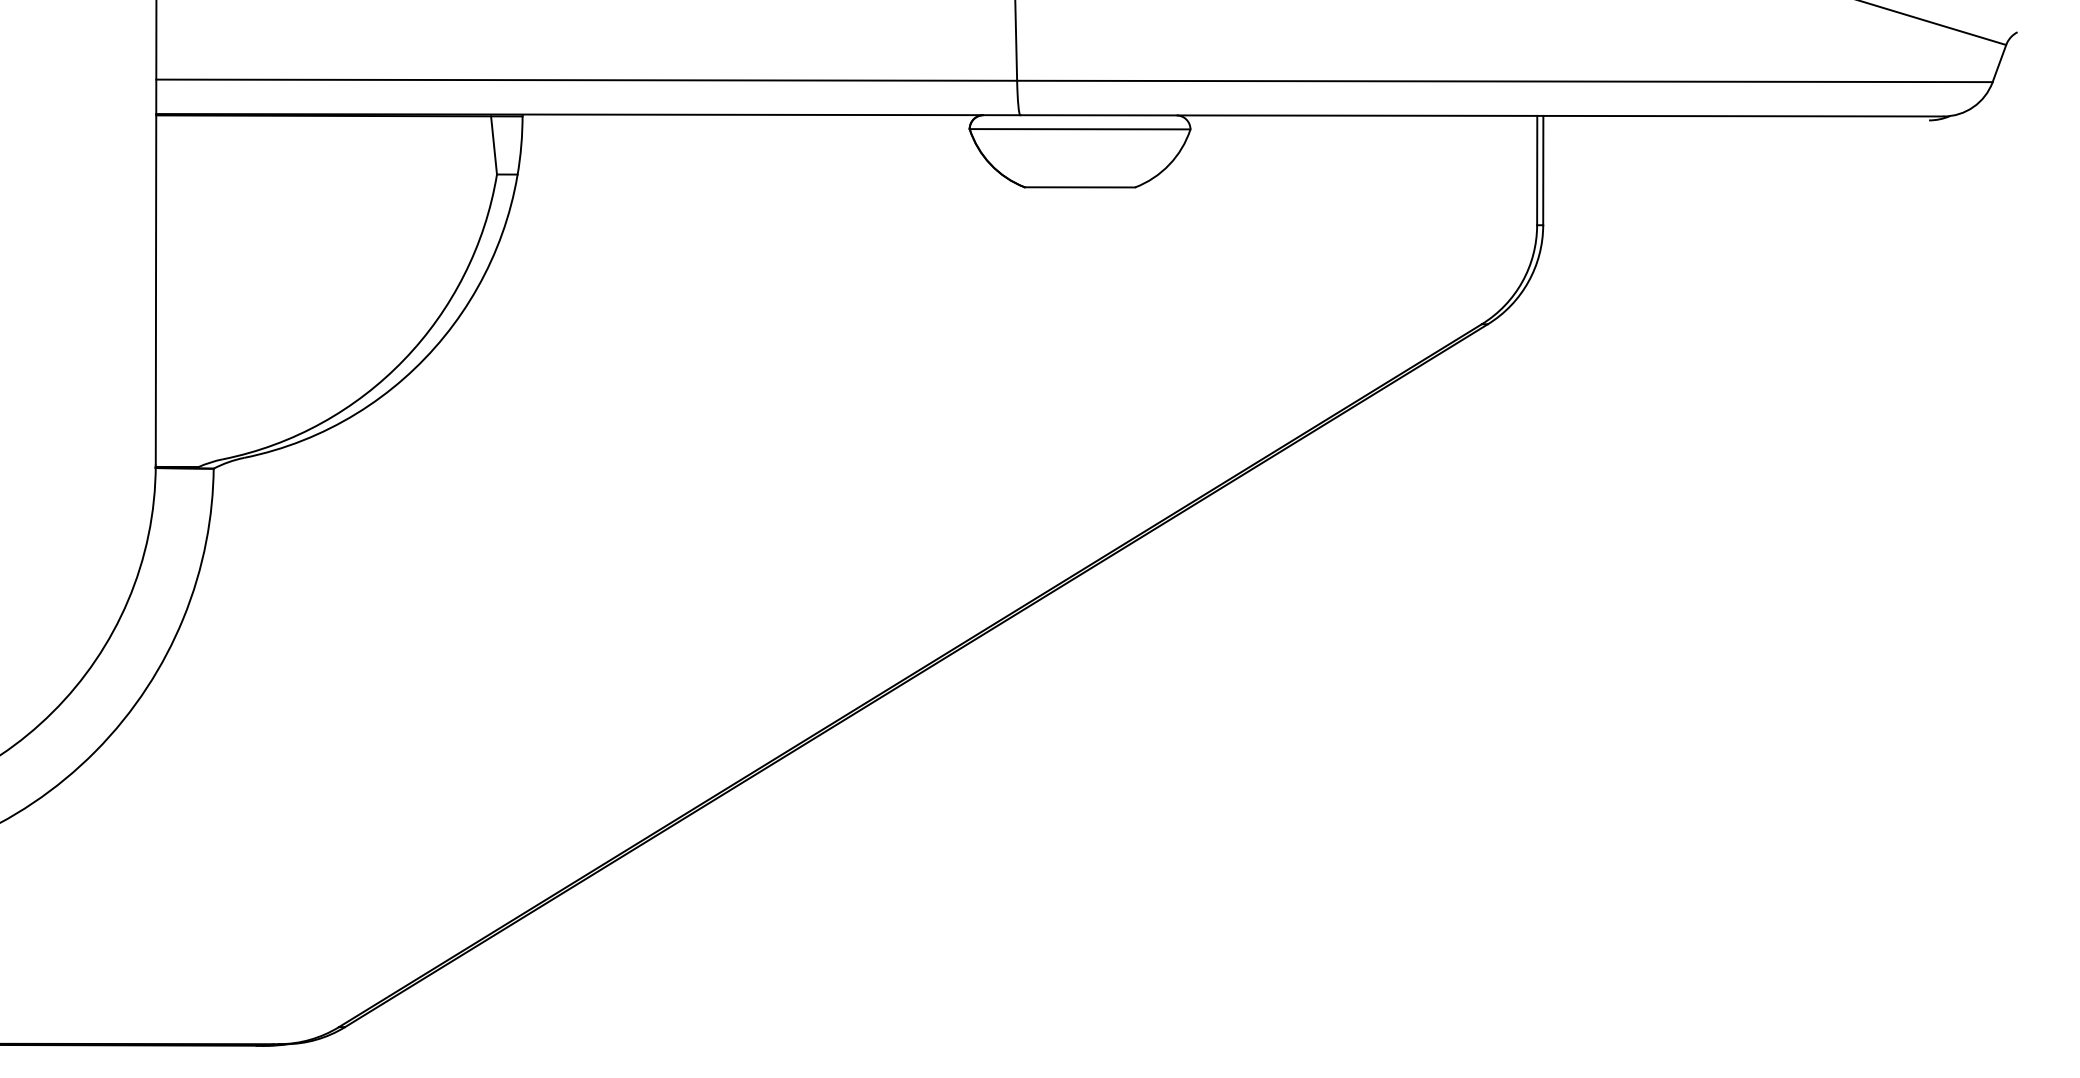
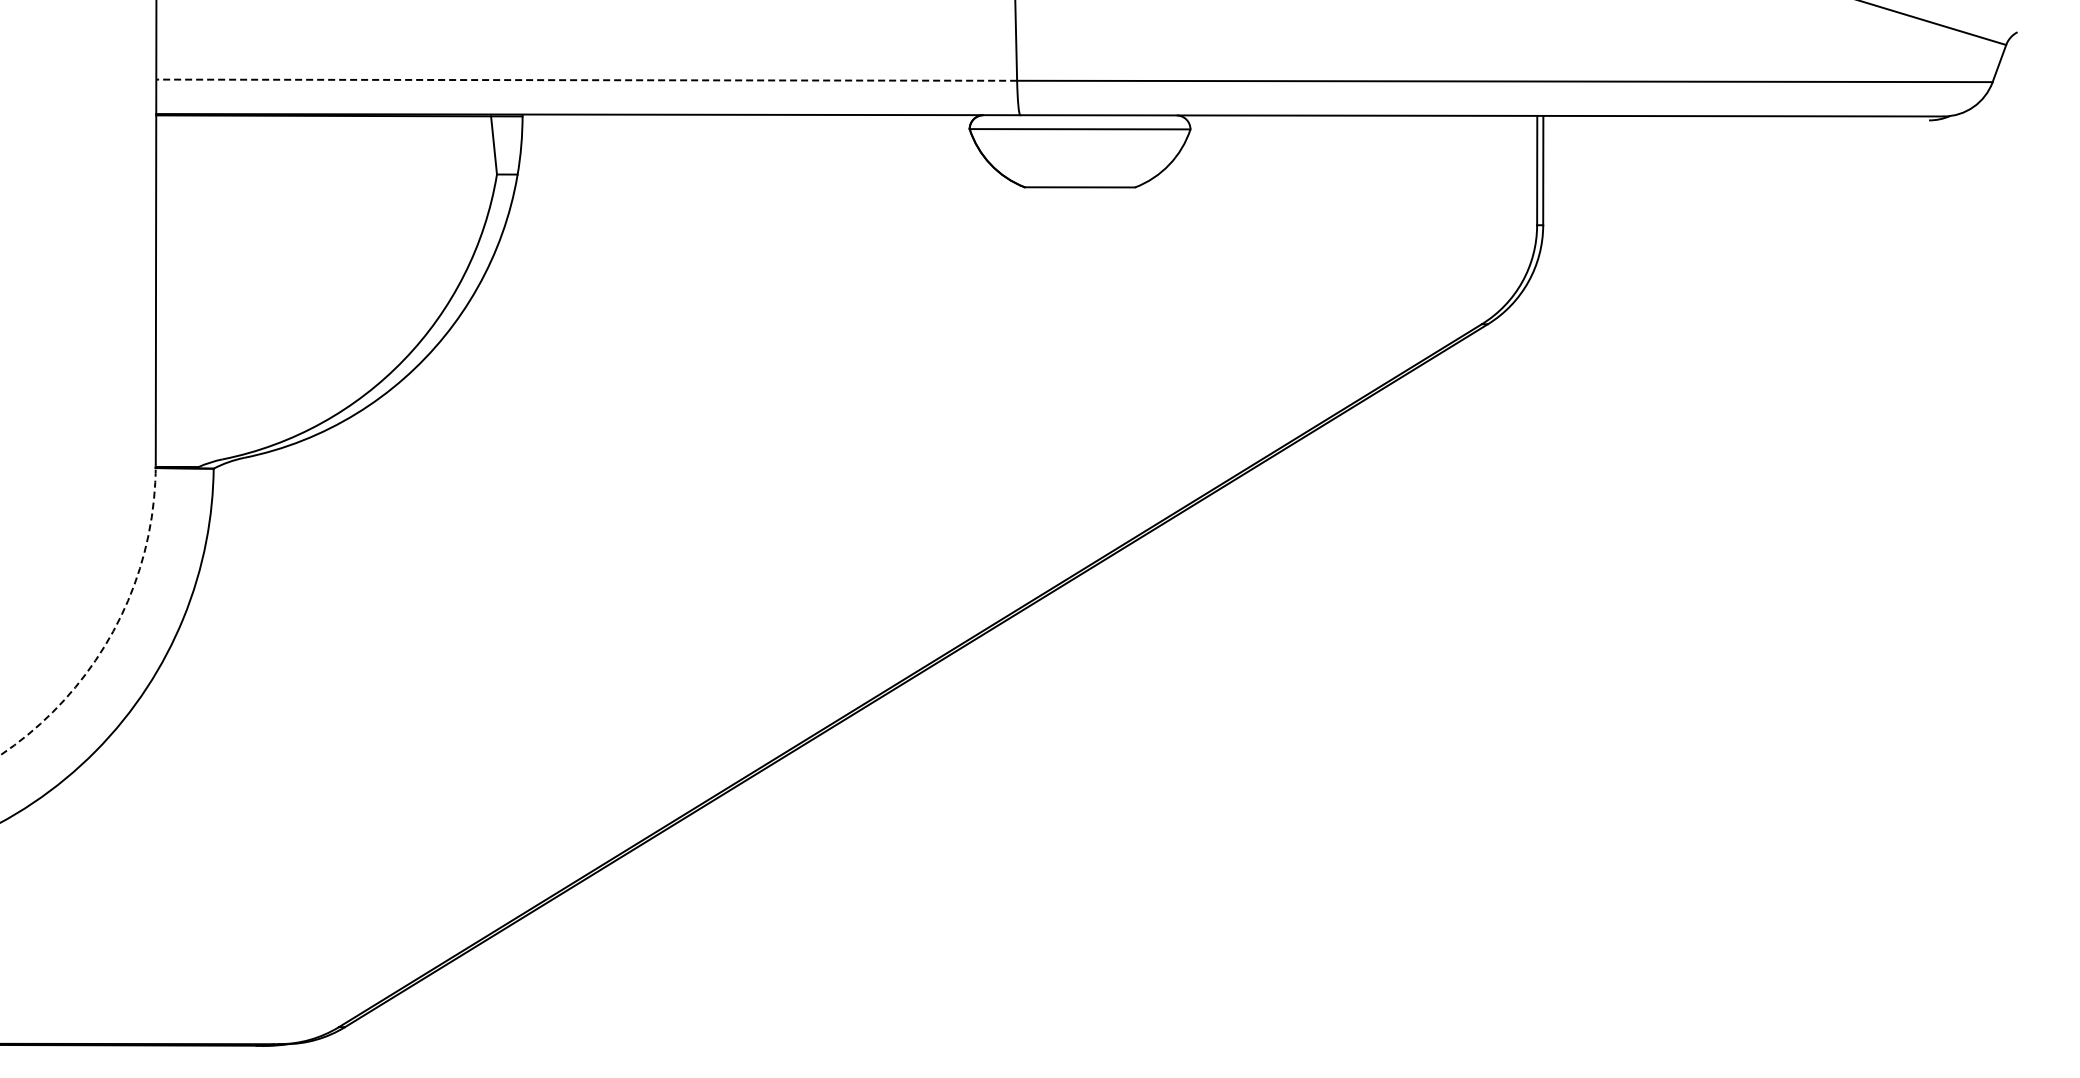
line at (586, 80): solid -> dashed
arc at (115, 627): solid -> dashed
